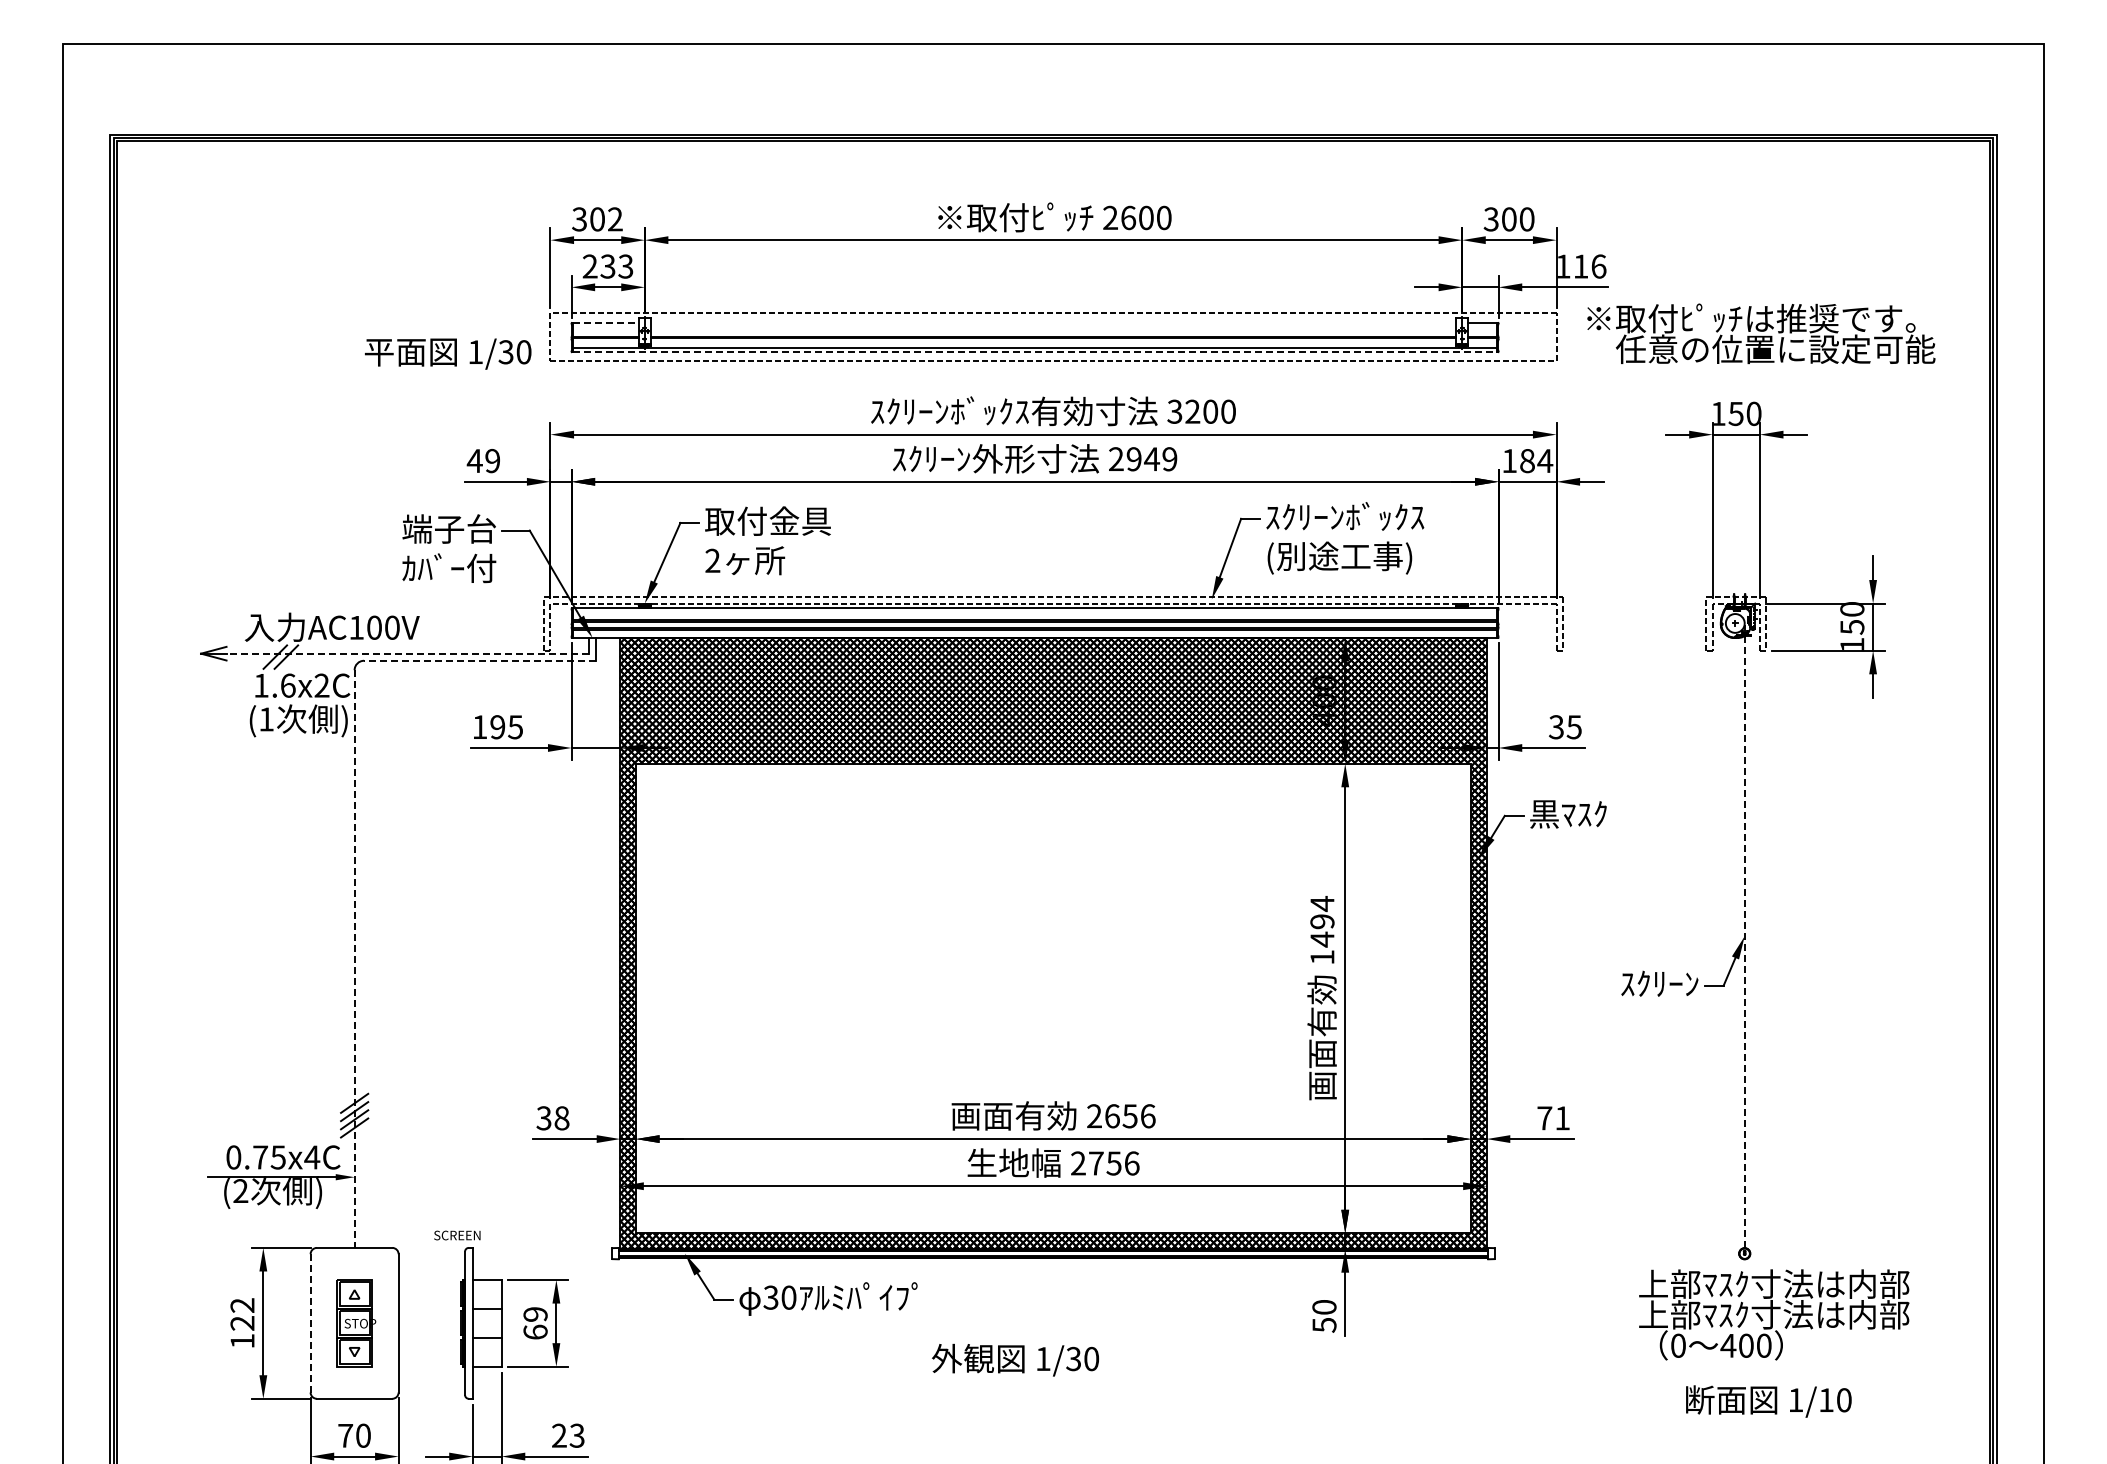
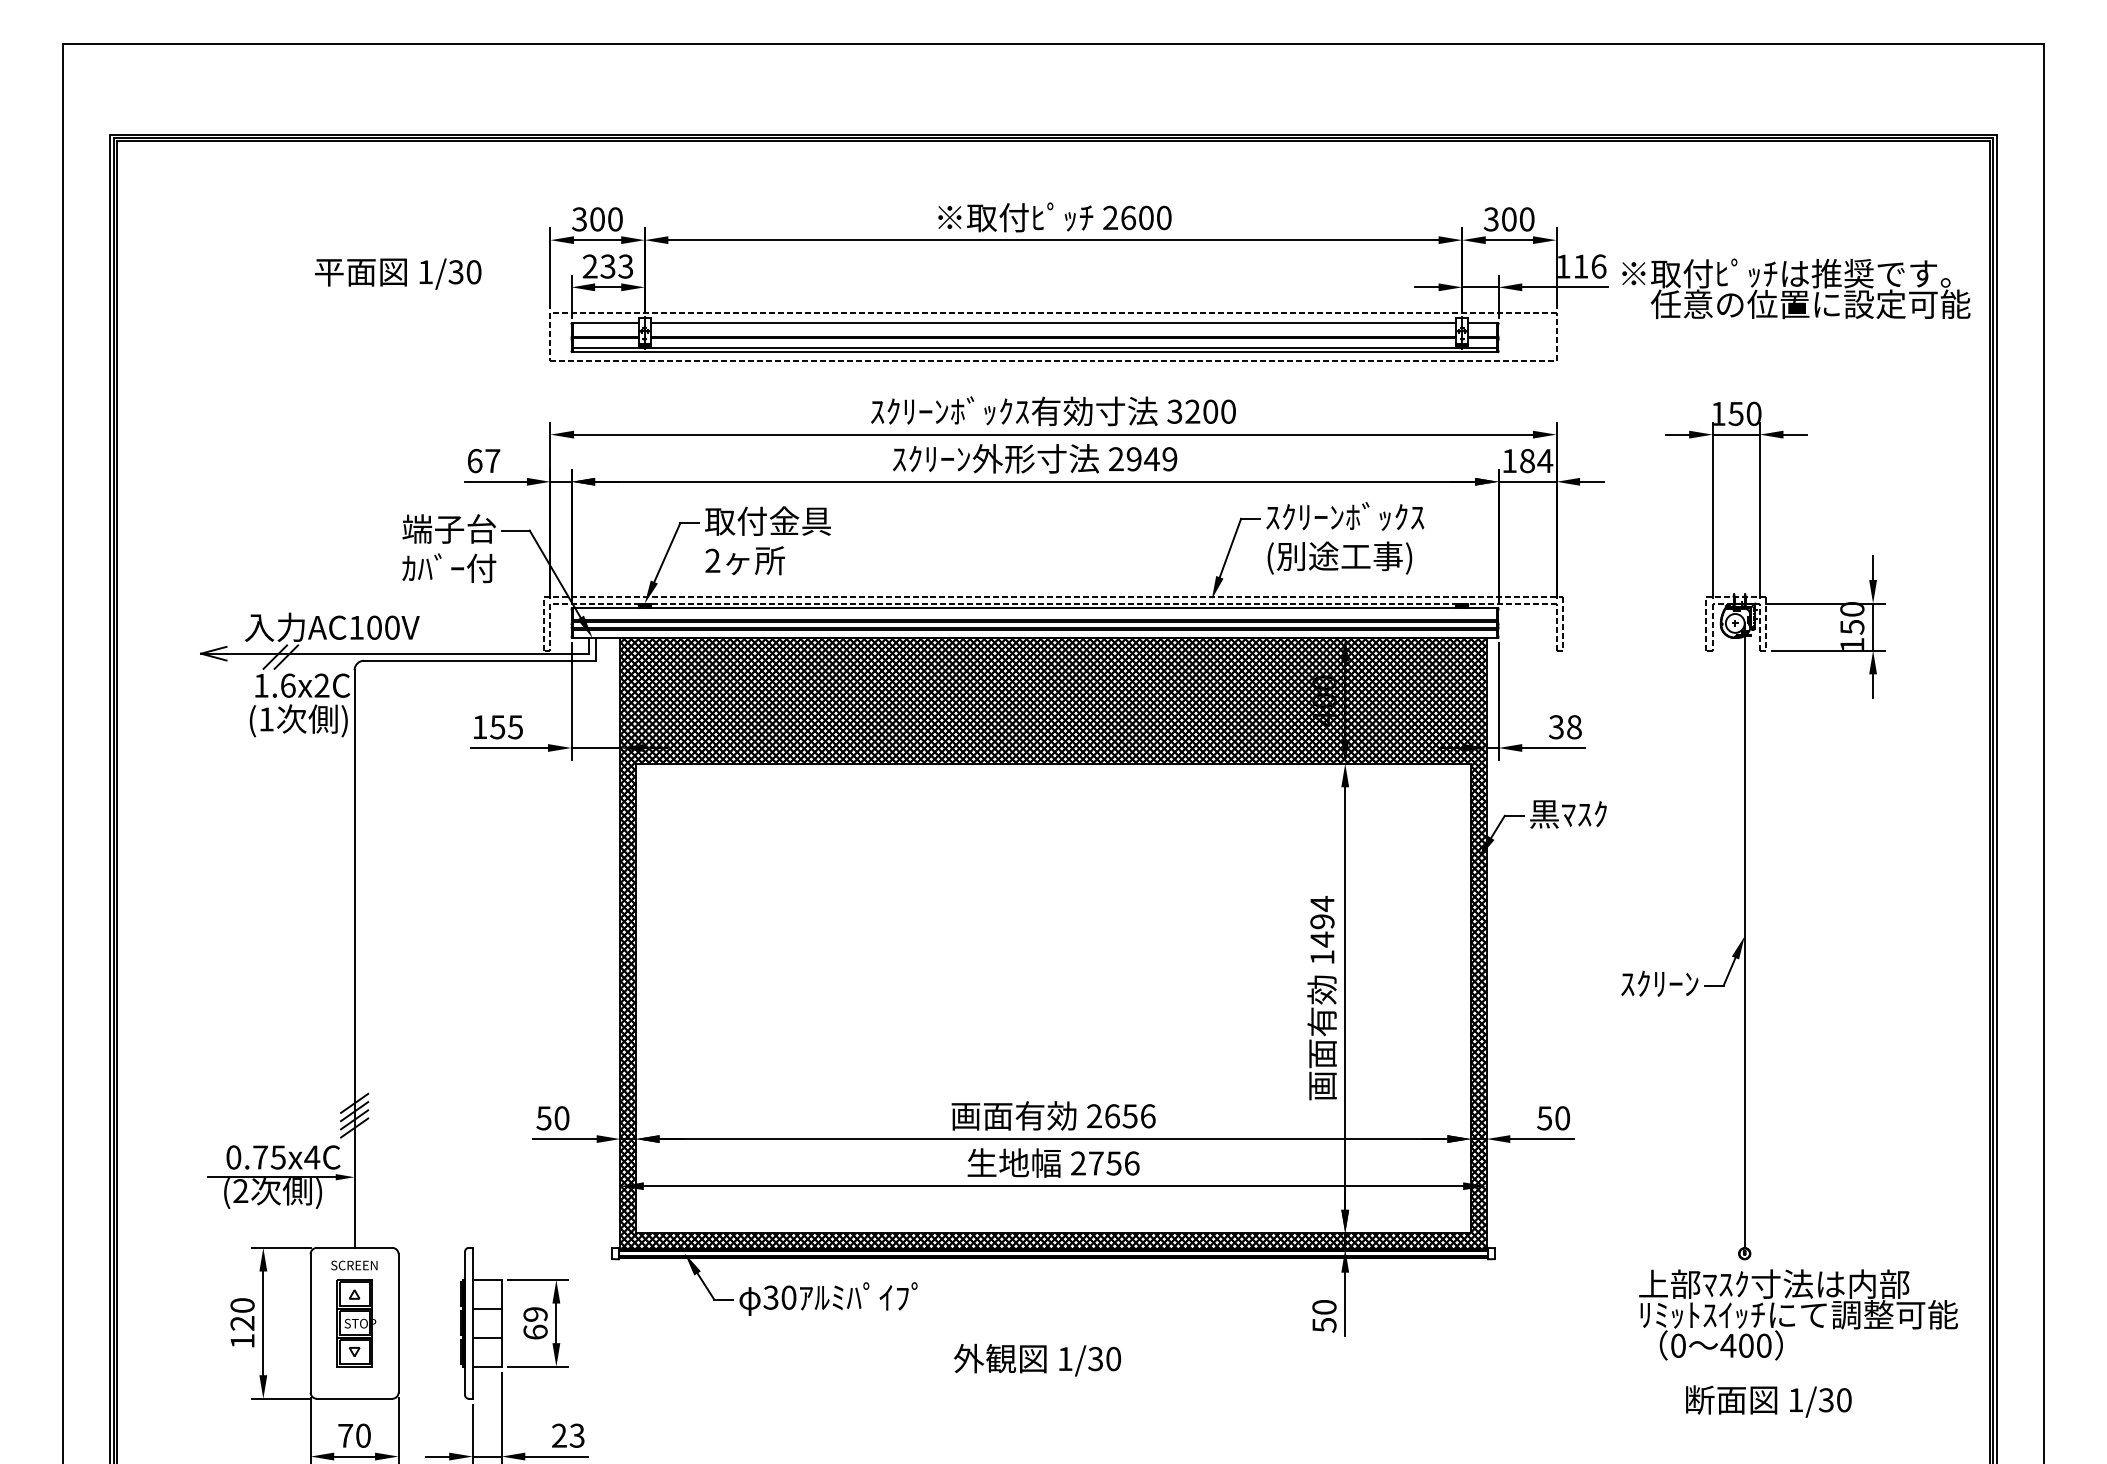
text at (615, 219): 302 -> 300
line at (605, 322): dashed -> solid
line at (1053, 322): none -> present
text at (1761, 333) position: (1761, 333) -> (1796, 288)
line at (1035, 352): dashed -> solid
text at (448, 353) position: (448, 353) -> (398, 273)
text at (483, 460): 49 -> 67
line at (407, 653): dashed -> solid
line at (479, 660): dashed -> solid
text at (497, 727): 195 -> 155
text at (1573, 727): 35 -> 38
line at (1744, 935): dashed -> solid
line at (354, 959): dashed -> solid
text at (553, 1118): 38 -> 50
text at (1553, 1118): 71 -> 50
text at (457, 1235) position: (457, 1235) -> (354, 1265)
text at (242, 1305): 122 -> 120
text at (1798, 1314): 上部ﾏｽｸ寸法は内部 -> ﾘﾐｯﾄｽｲｯﾁにて調整可能
line at (310, 1322): dashed -> solid
text at (1015, 1359) position: (1015, 1359) -> (1037, 1359)
text at (1825, 1400): 1/10 -> 1/30
